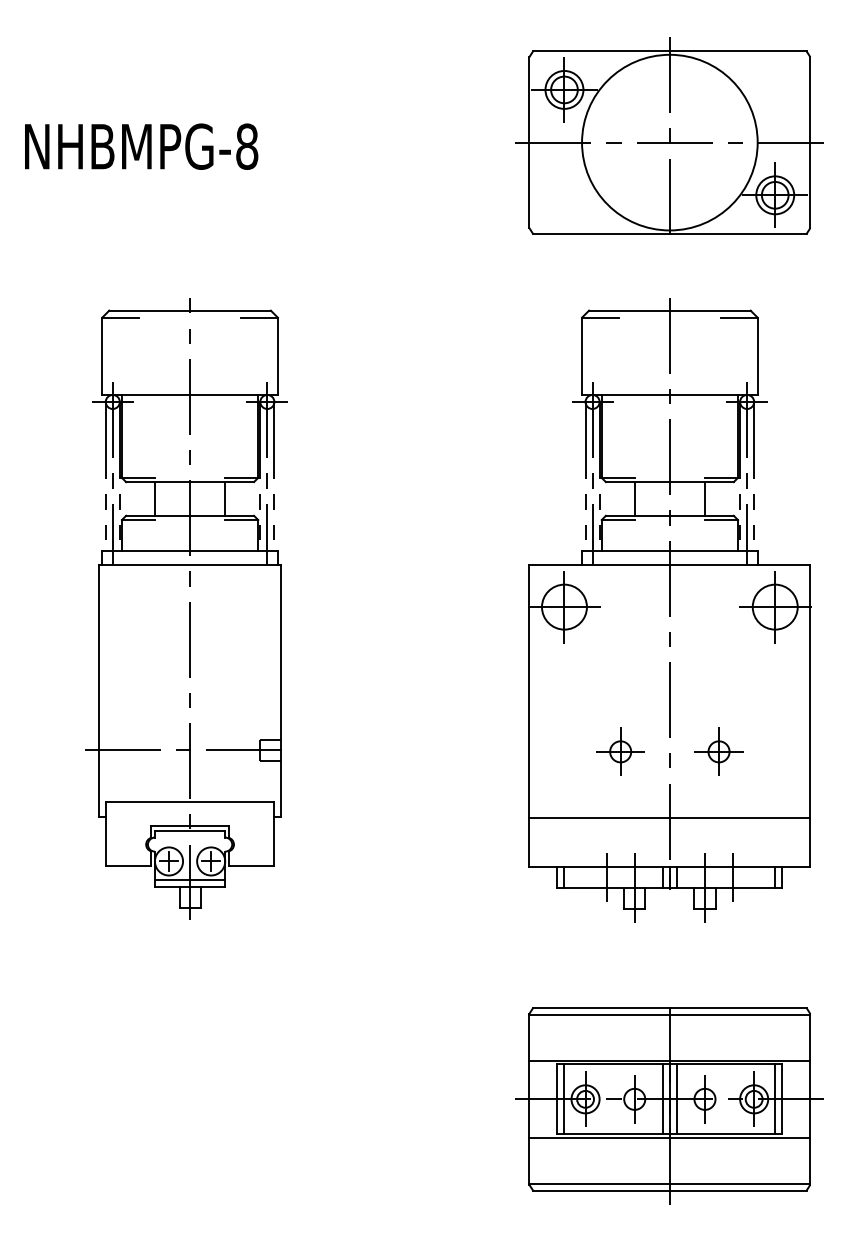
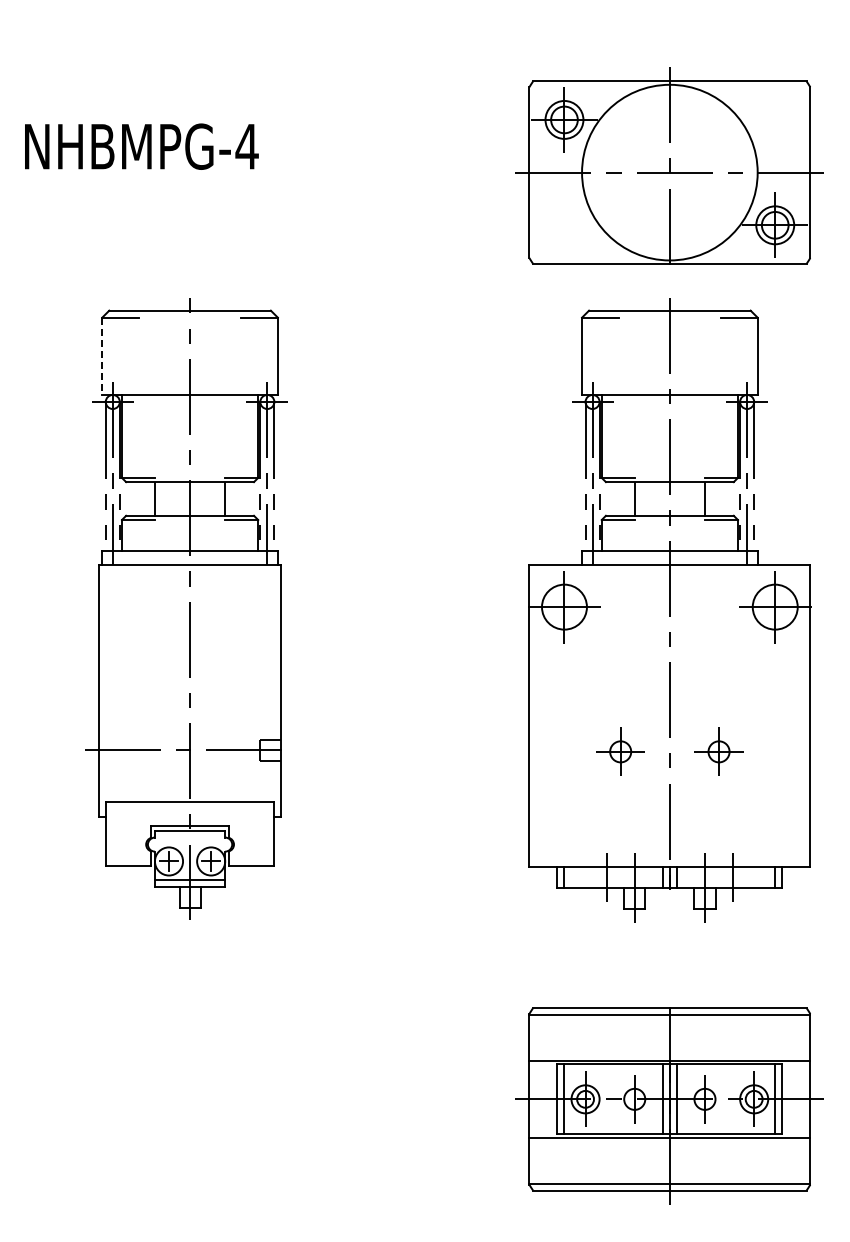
part at (669, 135) position: (669, 135) -> (669, 165)
text at (246, 146): NHBMPG-8 -> NHBMPG-4
line at (102, 356): solid -> dashed
line at (669, 817): present -> none
